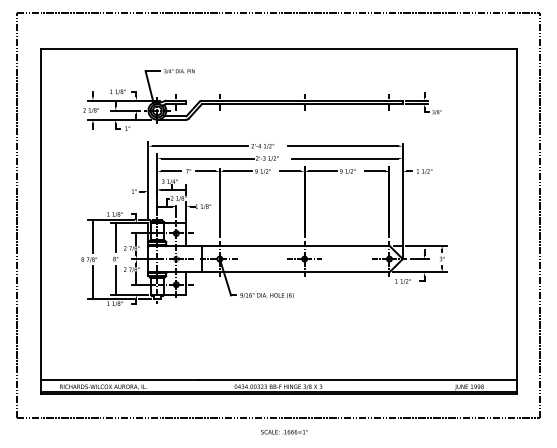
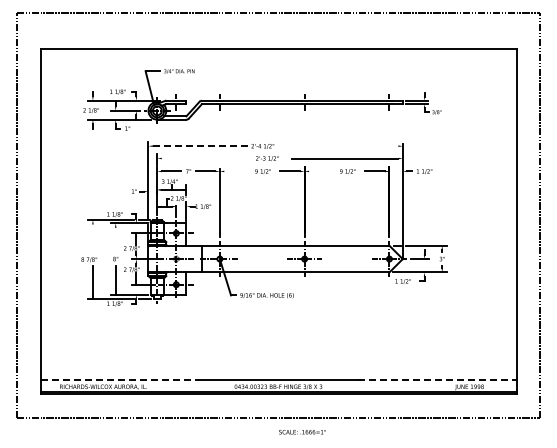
line at (200, 146): solid -> dashed
line at (342, 146): present -> none
line at (207, 158): present -> none
line at (238, 171): present -> none
line at (323, 171): present -> none
line at (92, 236): present -> none
line at (115, 237): present -> none
line at (120, 380): solid -> dashed
line at (437, 380): solid -> dashed
text at (284, 432) position: (284, 432) -> (302, 432)
